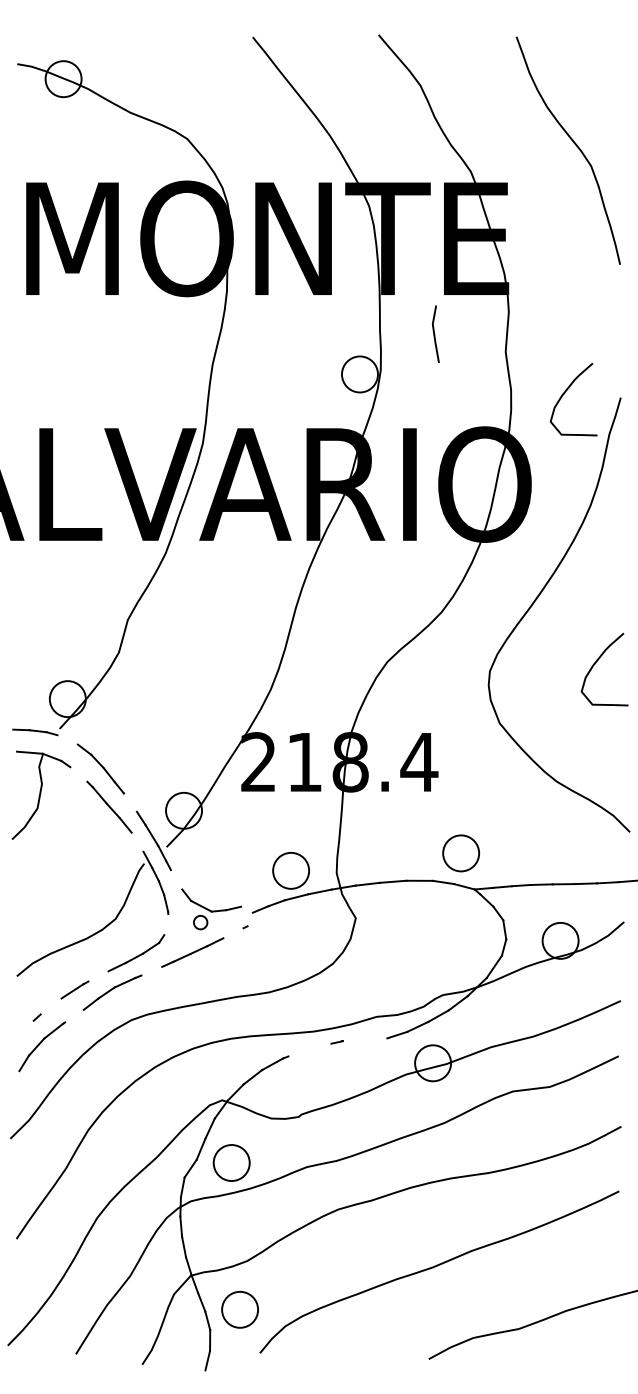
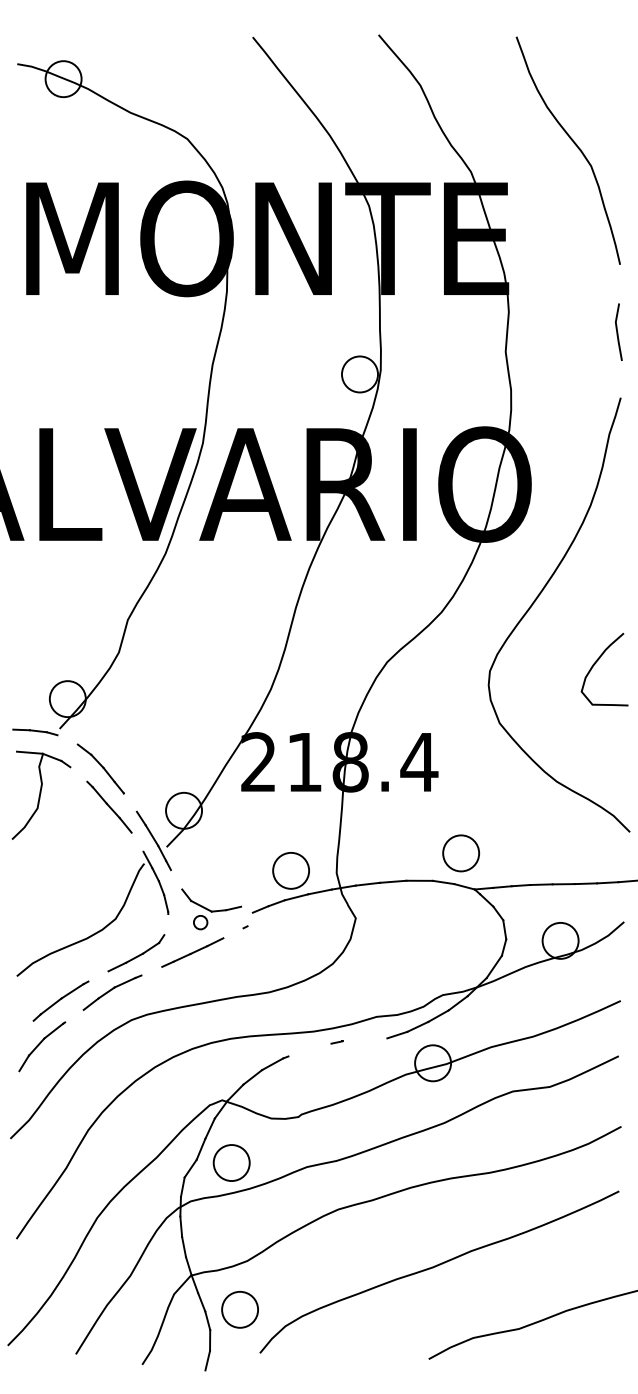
line at (434, 333) position: (434, 333) -> (617, 331)
curve at (565, 393): present -> none
line at (50, 1006): none -> present
